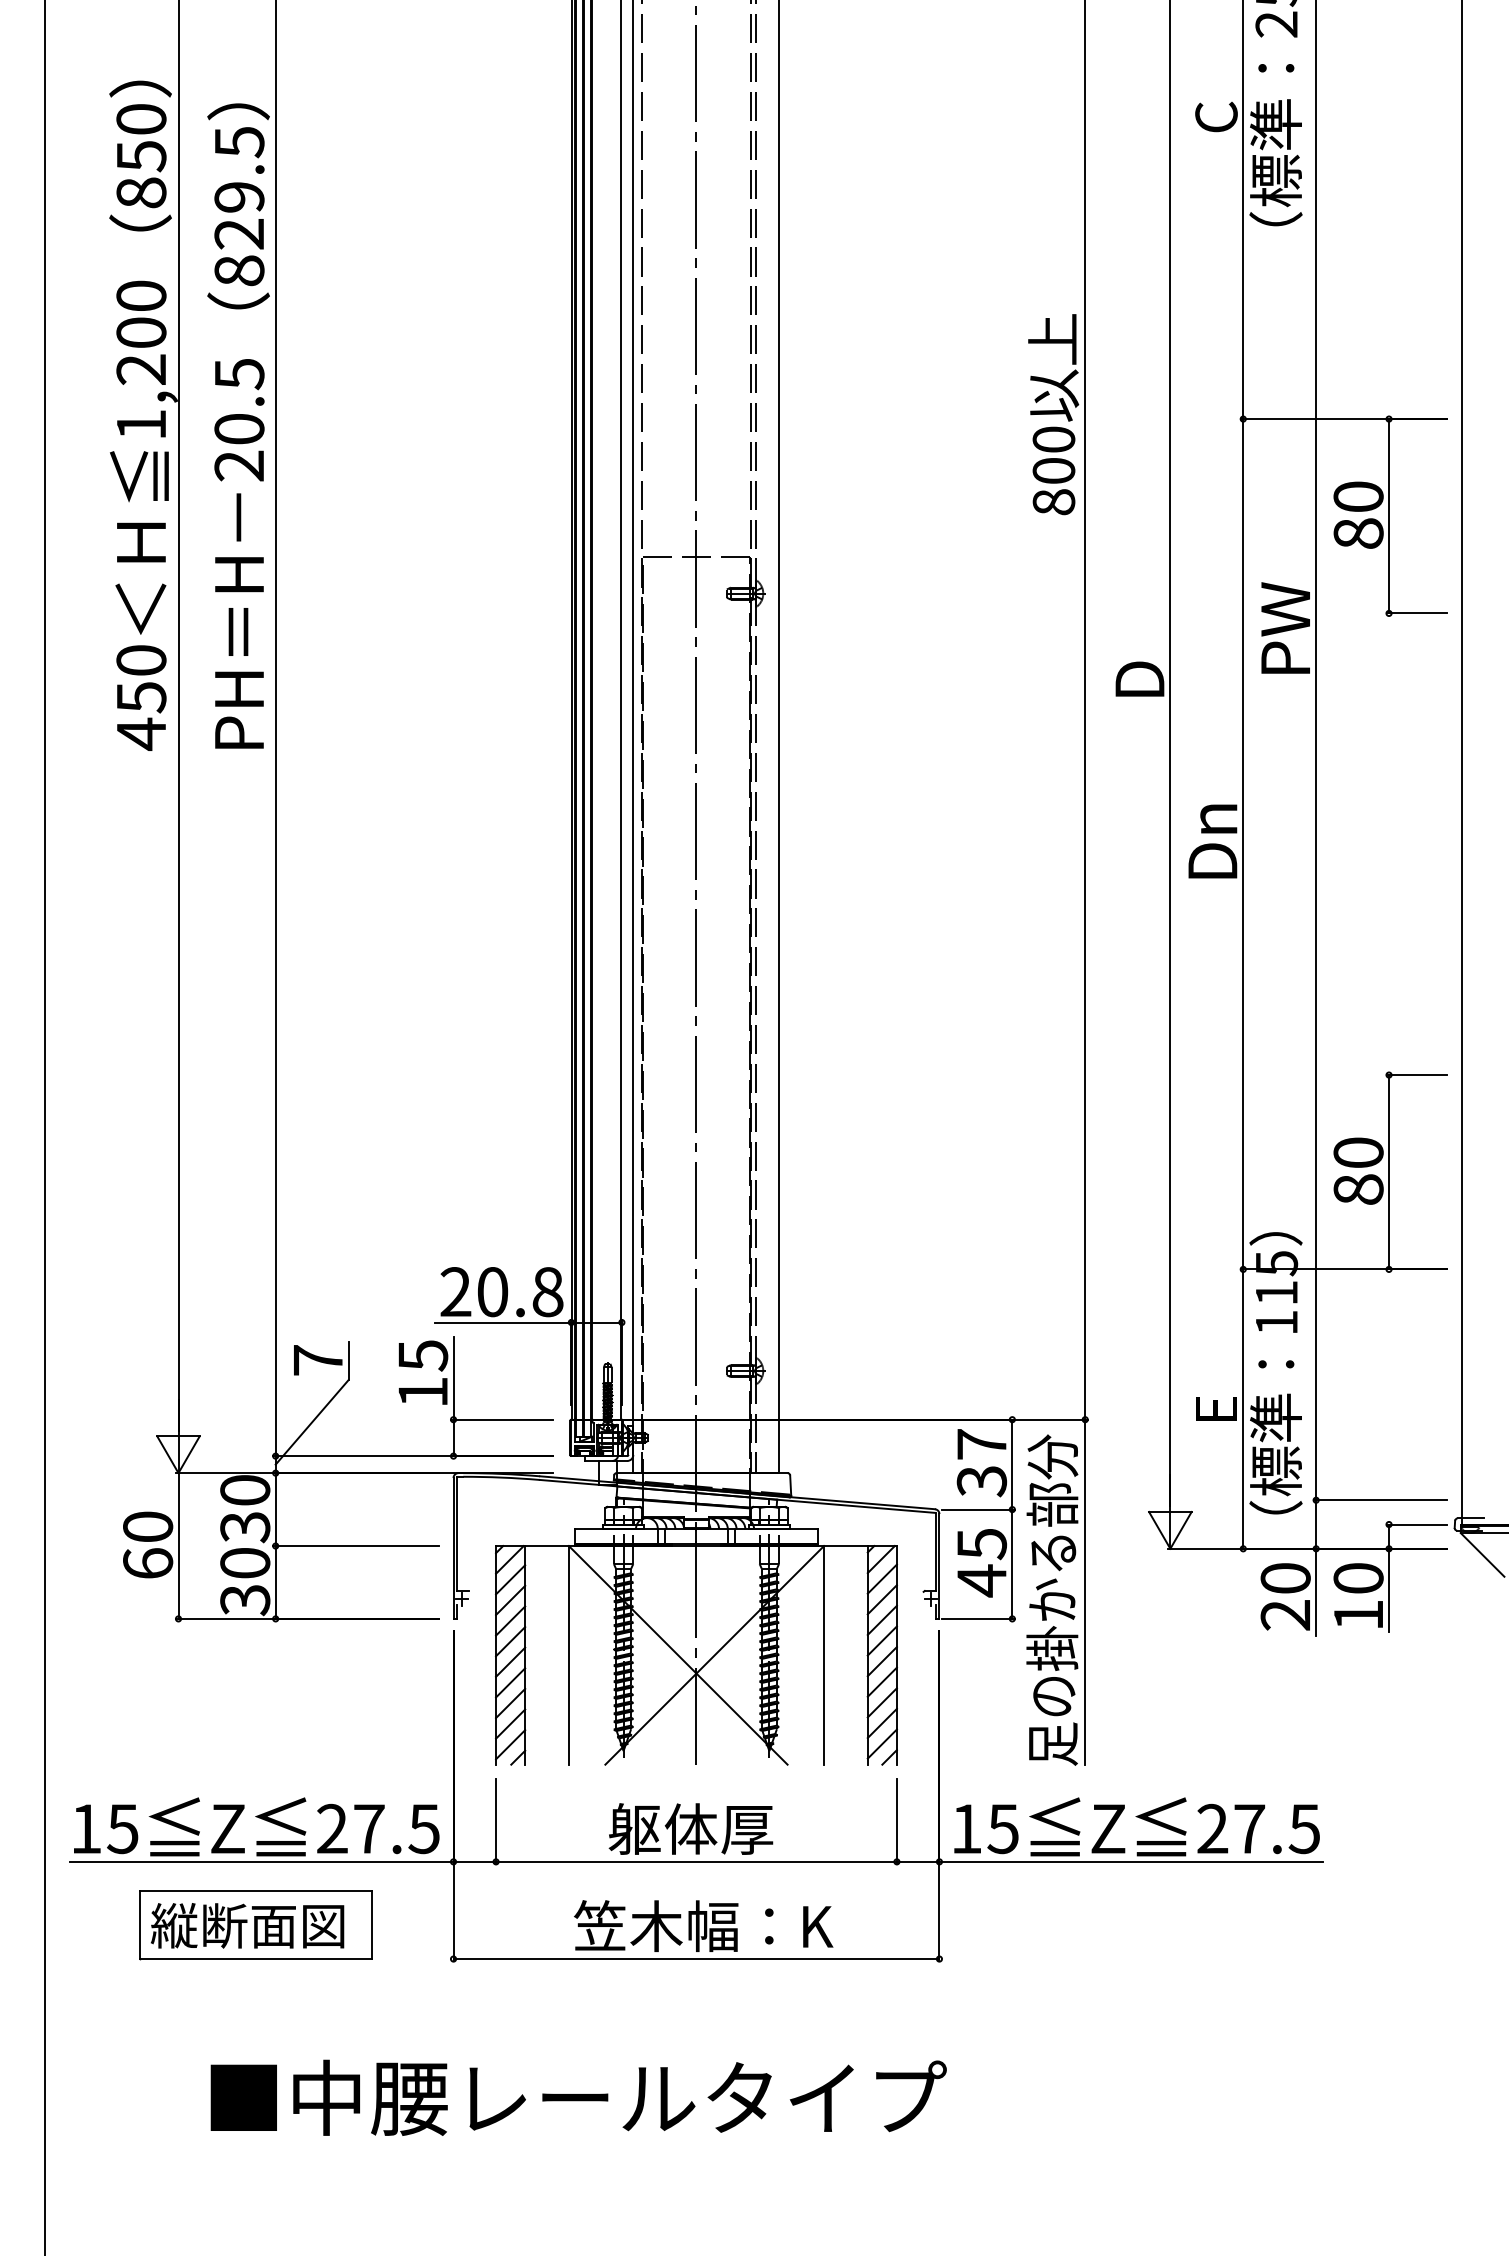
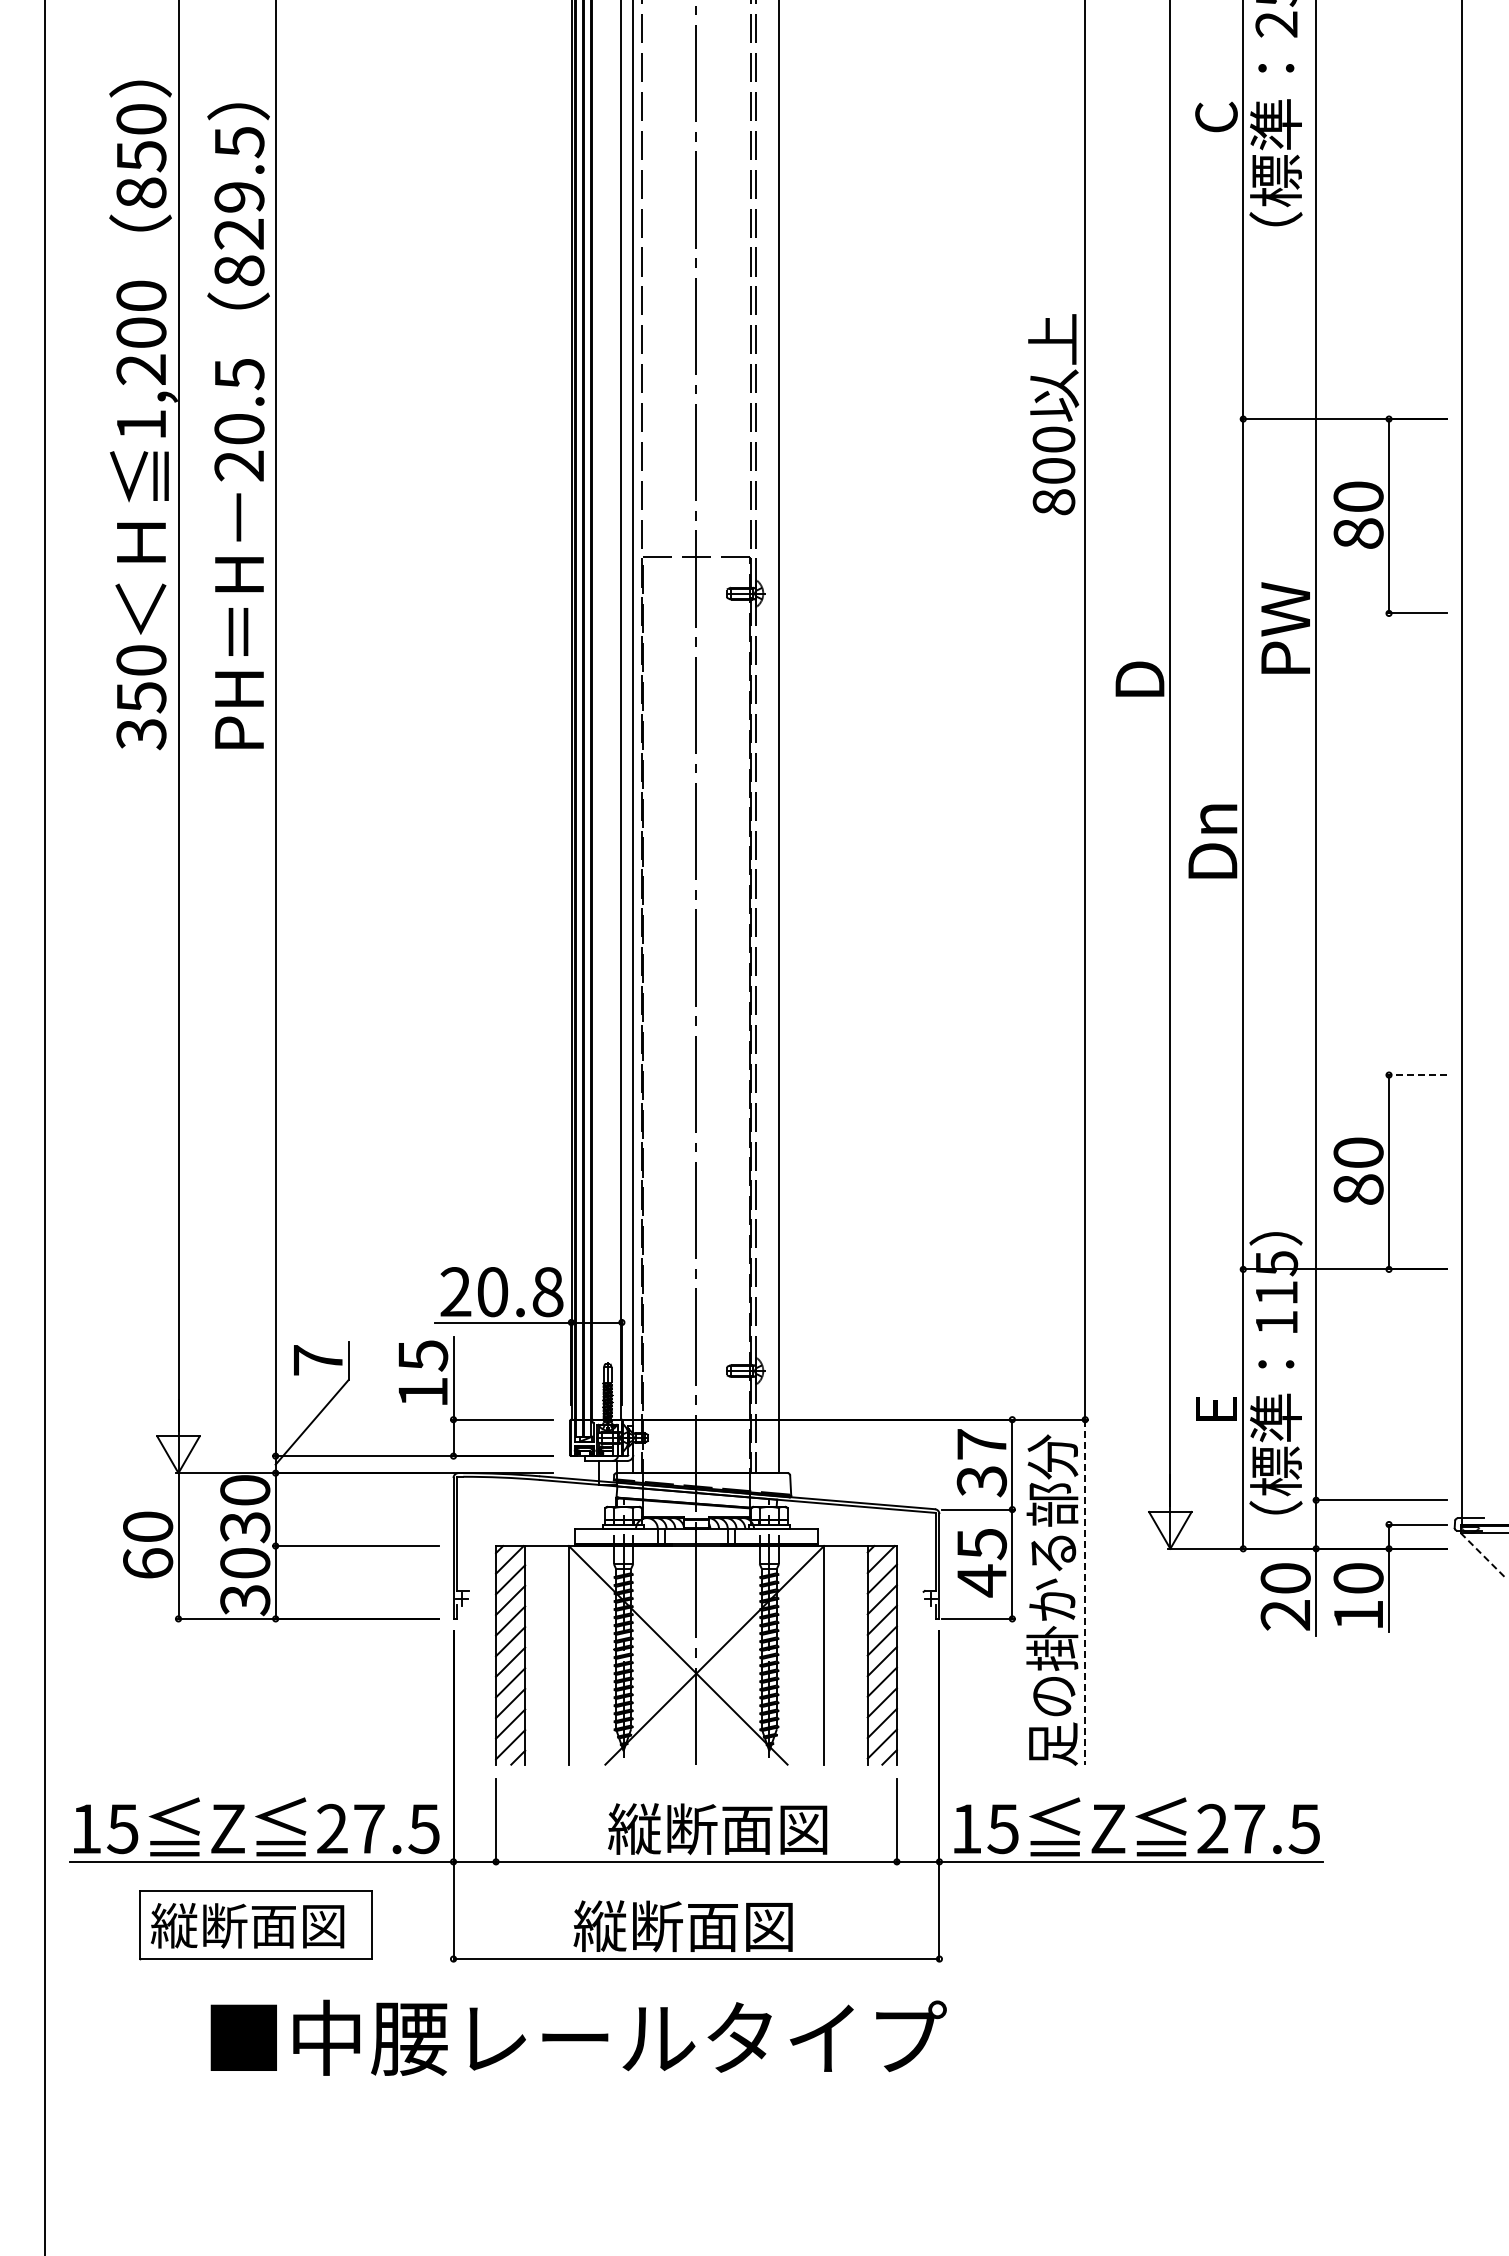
text at (141, 733): 450 -> 350
line at (1416, 1075): solid -> dashed
line at (1482, 1554): solid -> dashed
line at (1085, 1592): solid -> dashed
text at (717, 1829): 躯体厚 -> 縦断面図
text at (703, 1926): 笠木幅：K -> 縦断面図
text at (578, 2097) position: (578, 2097) -> (578, 2037)
